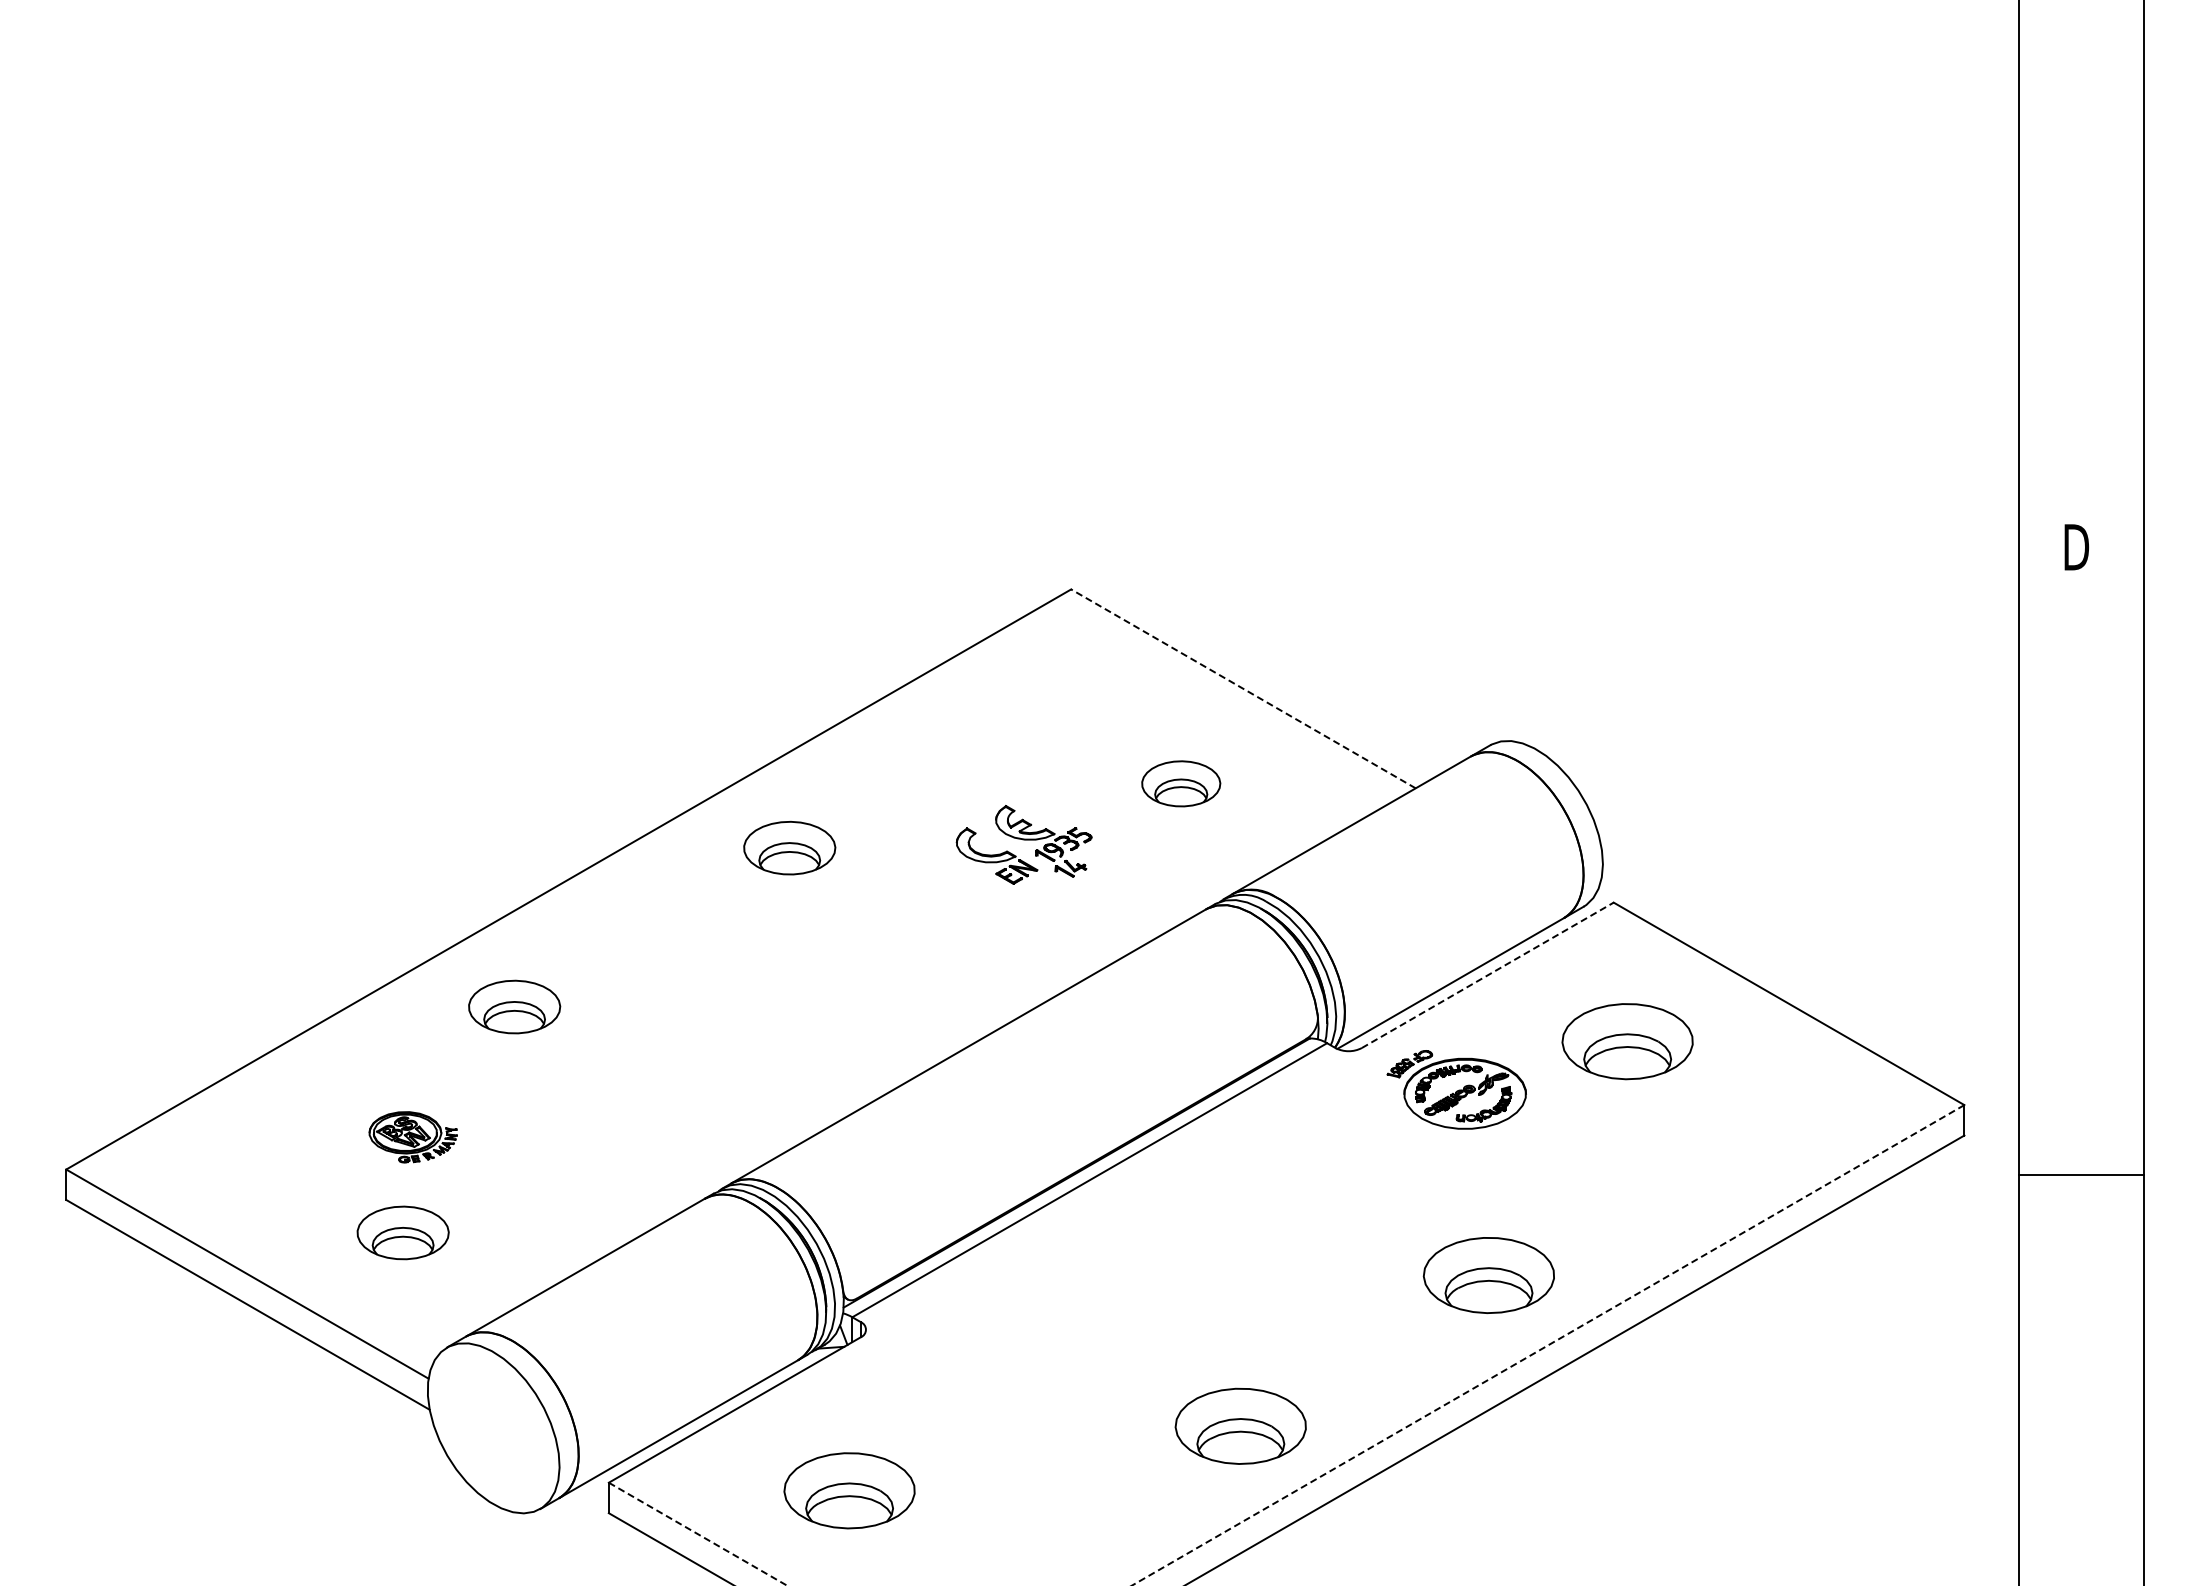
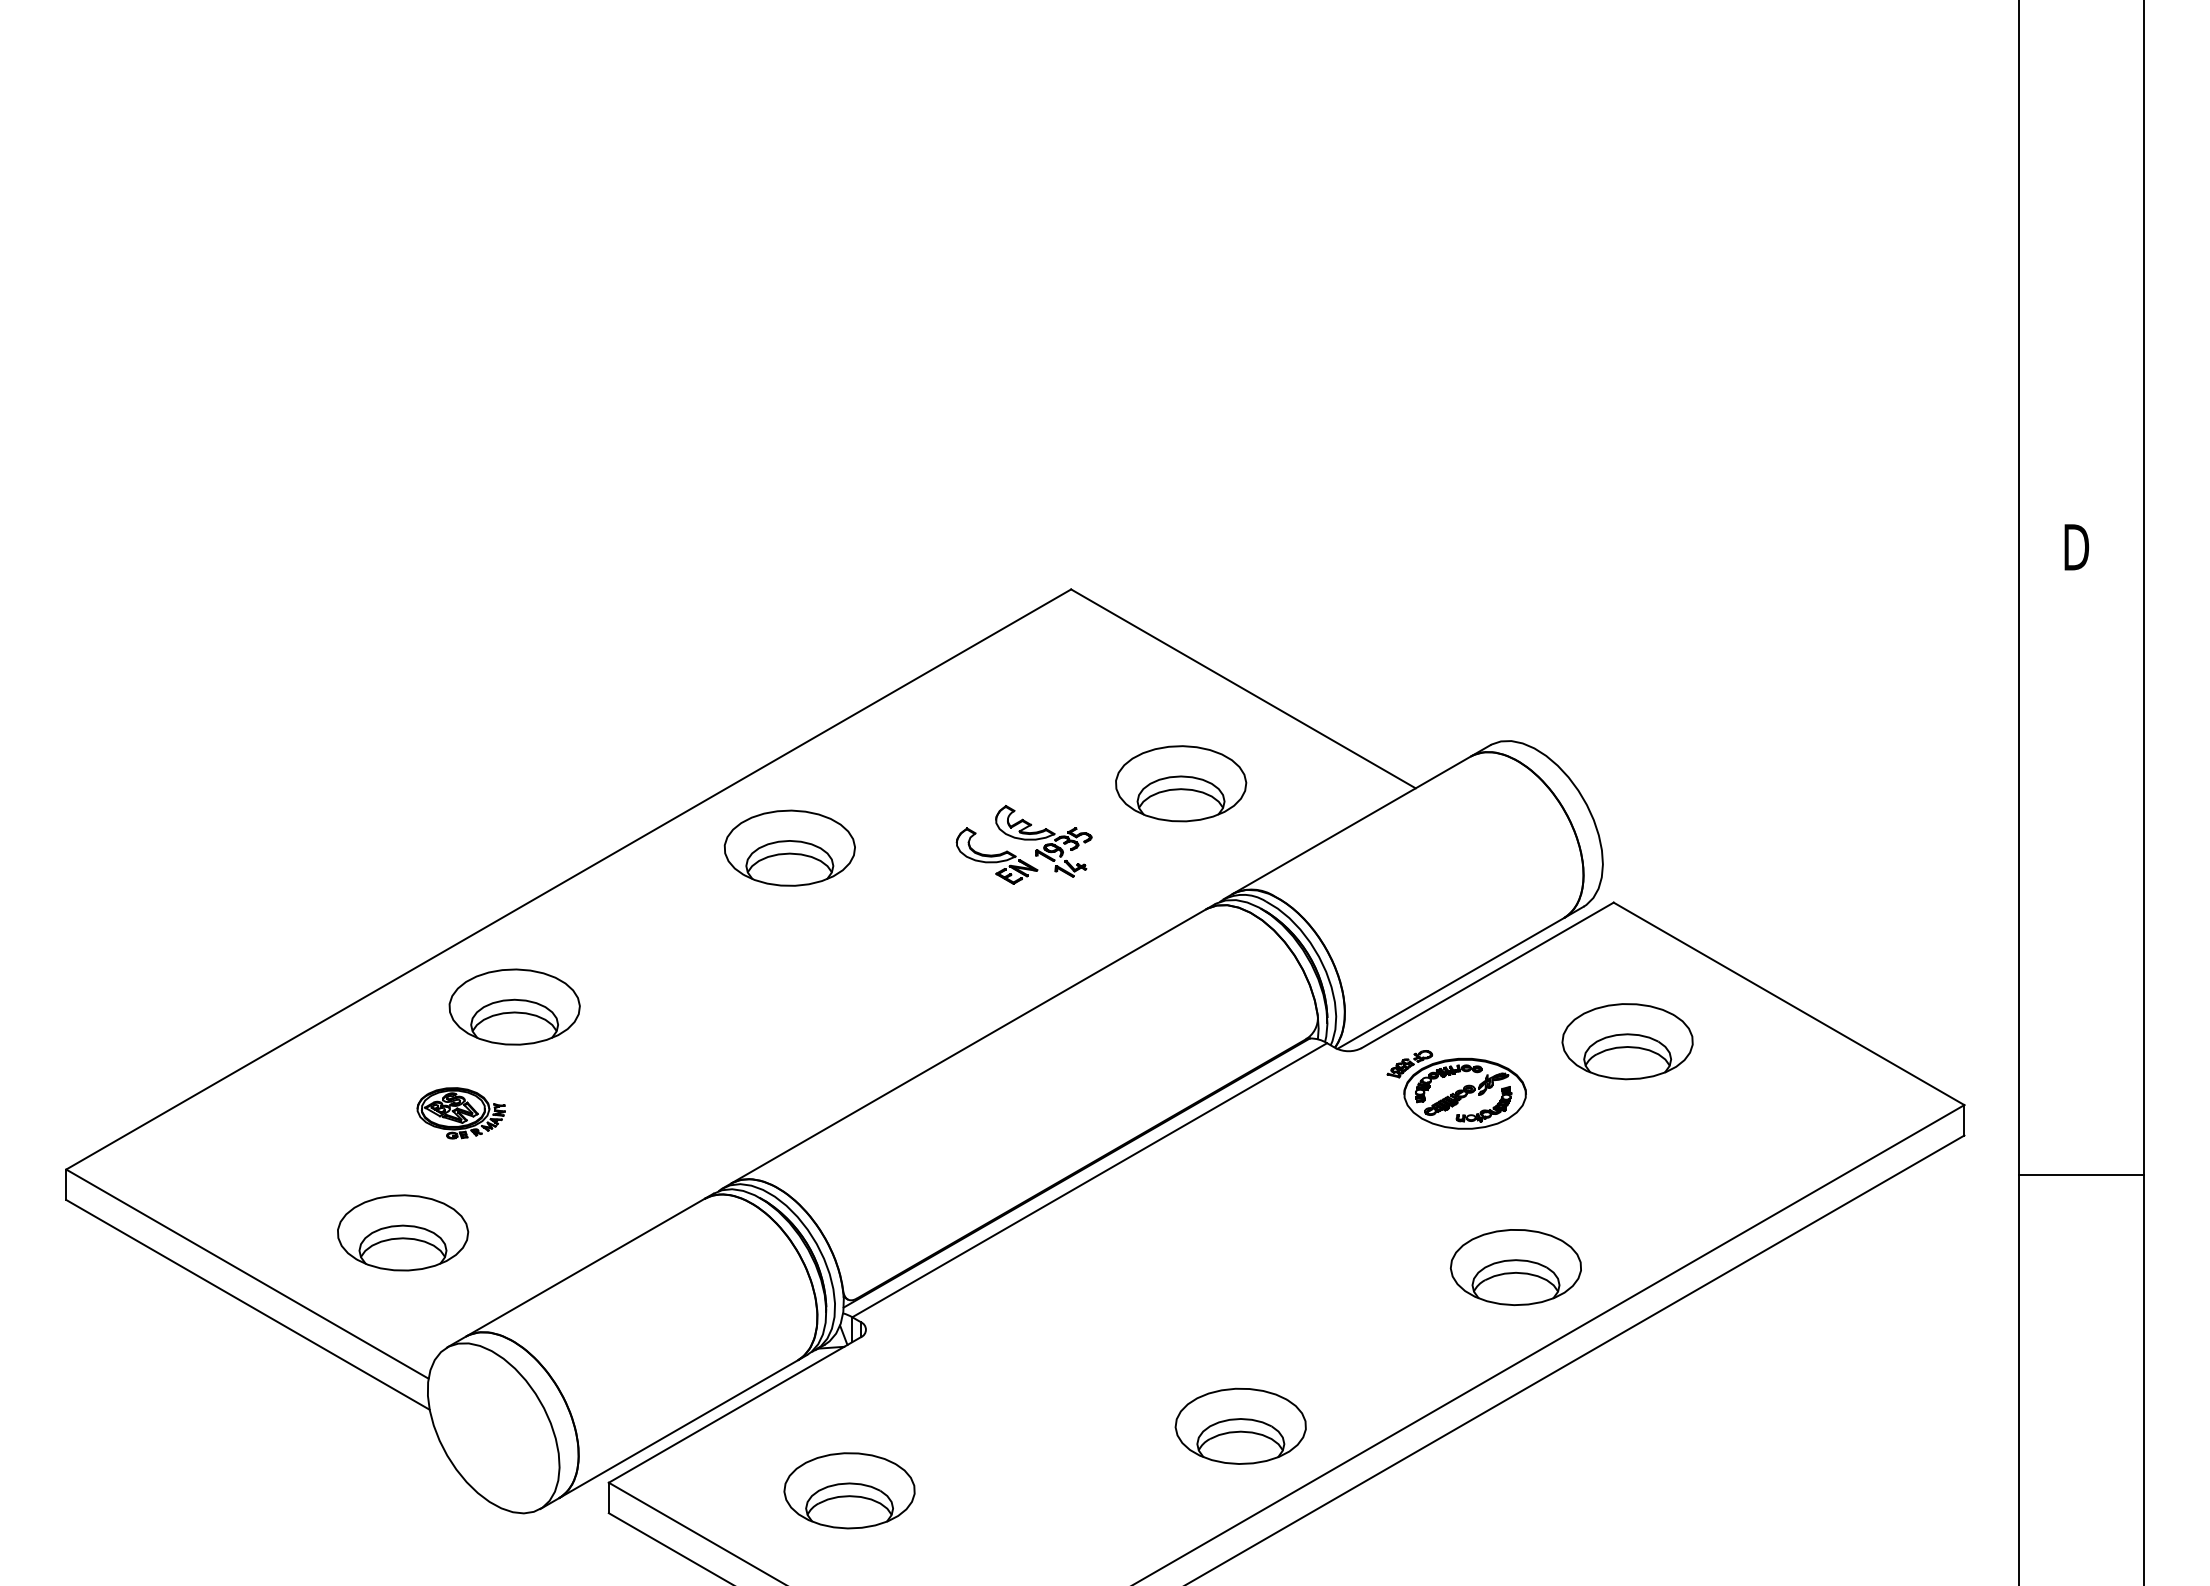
line at (1243, 688): dashed -> solid
part at (1181, 783) size: 81x48 px -> 133x78 px
part at (789, 847) size: 94x56 px -> 133x78 px
line at (1488, 975): dashed -> solid
part at (514, 1006) size: 94x56 px -> 133x78 px
part at (412, 1137) position: (412, 1137) -> (460, 1113)
part at (402, 1232) size: 94x56 px -> 133x78 px
part at (1488, 1275) position: (1488, 1275) -> (1515, 1267)
line at (1548, 1345): dashed -> solid
line at (698, 1534): dashed -> solid
